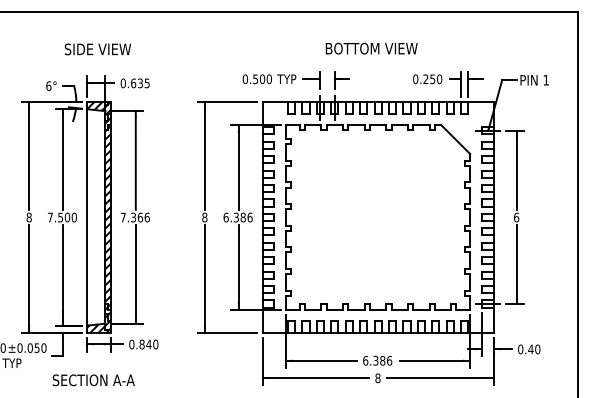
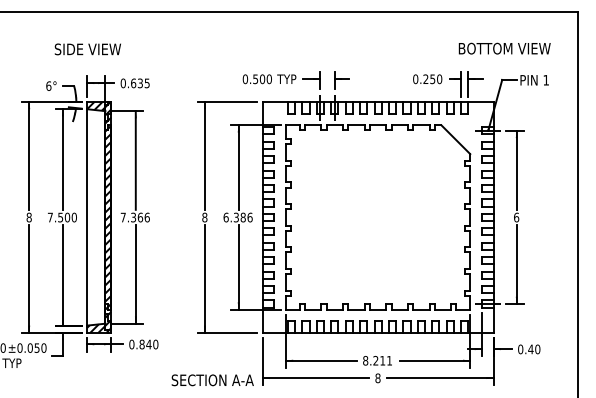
text at (371, 48) position: (371, 48) -> (504, 48)
text at (97, 49) position: (97, 49) -> (87, 49)
text at (377, 360): 6.386 -> 8.211
text at (93, 380) position: (93, 380) -> (212, 380)
